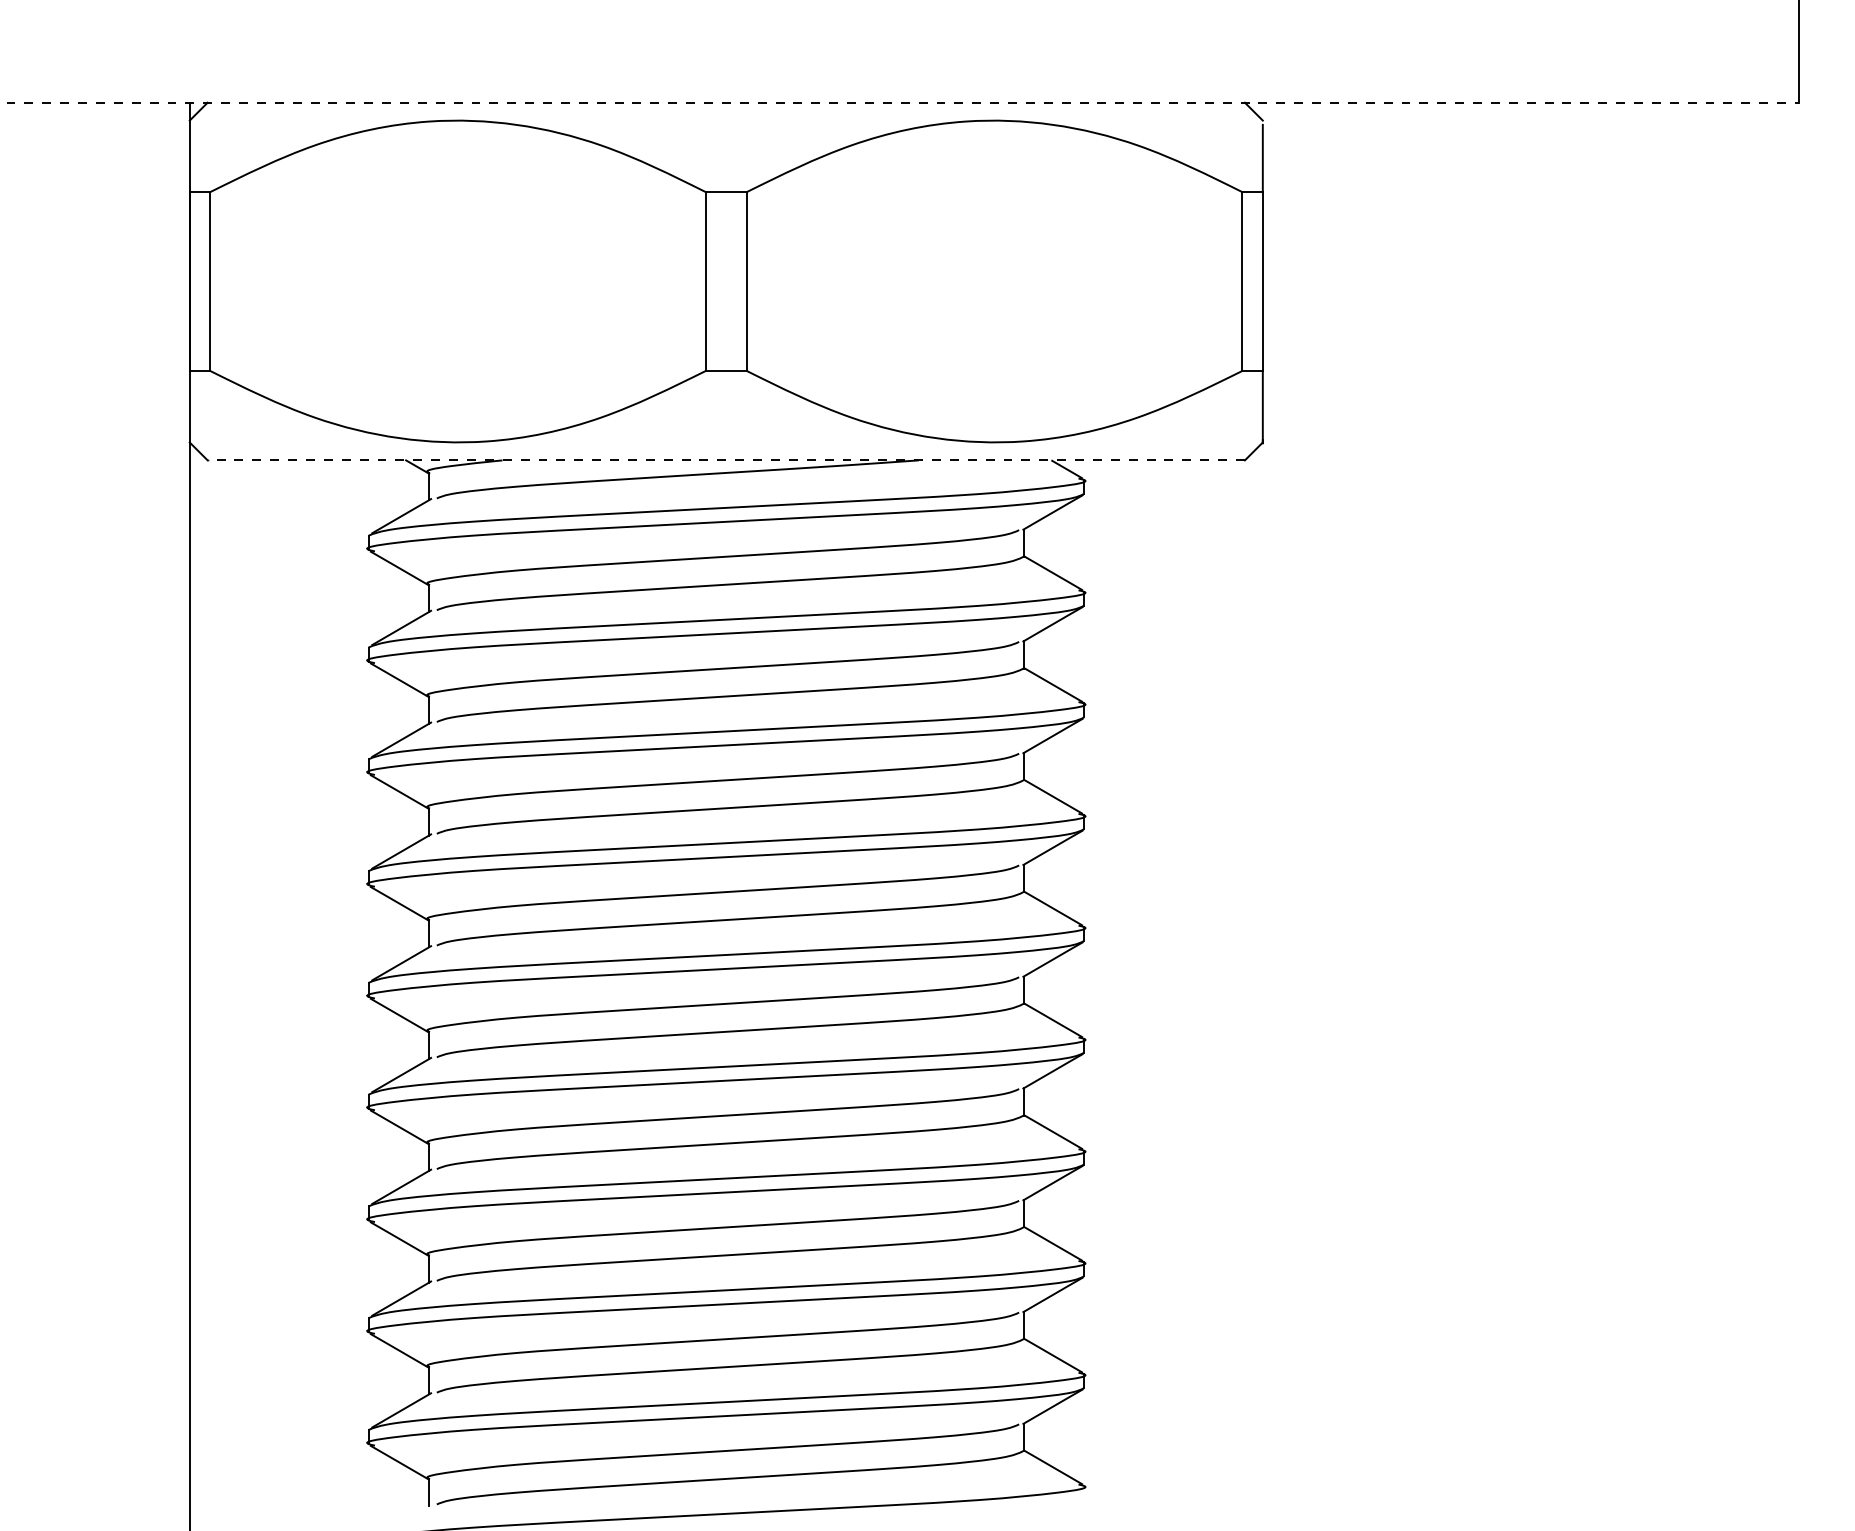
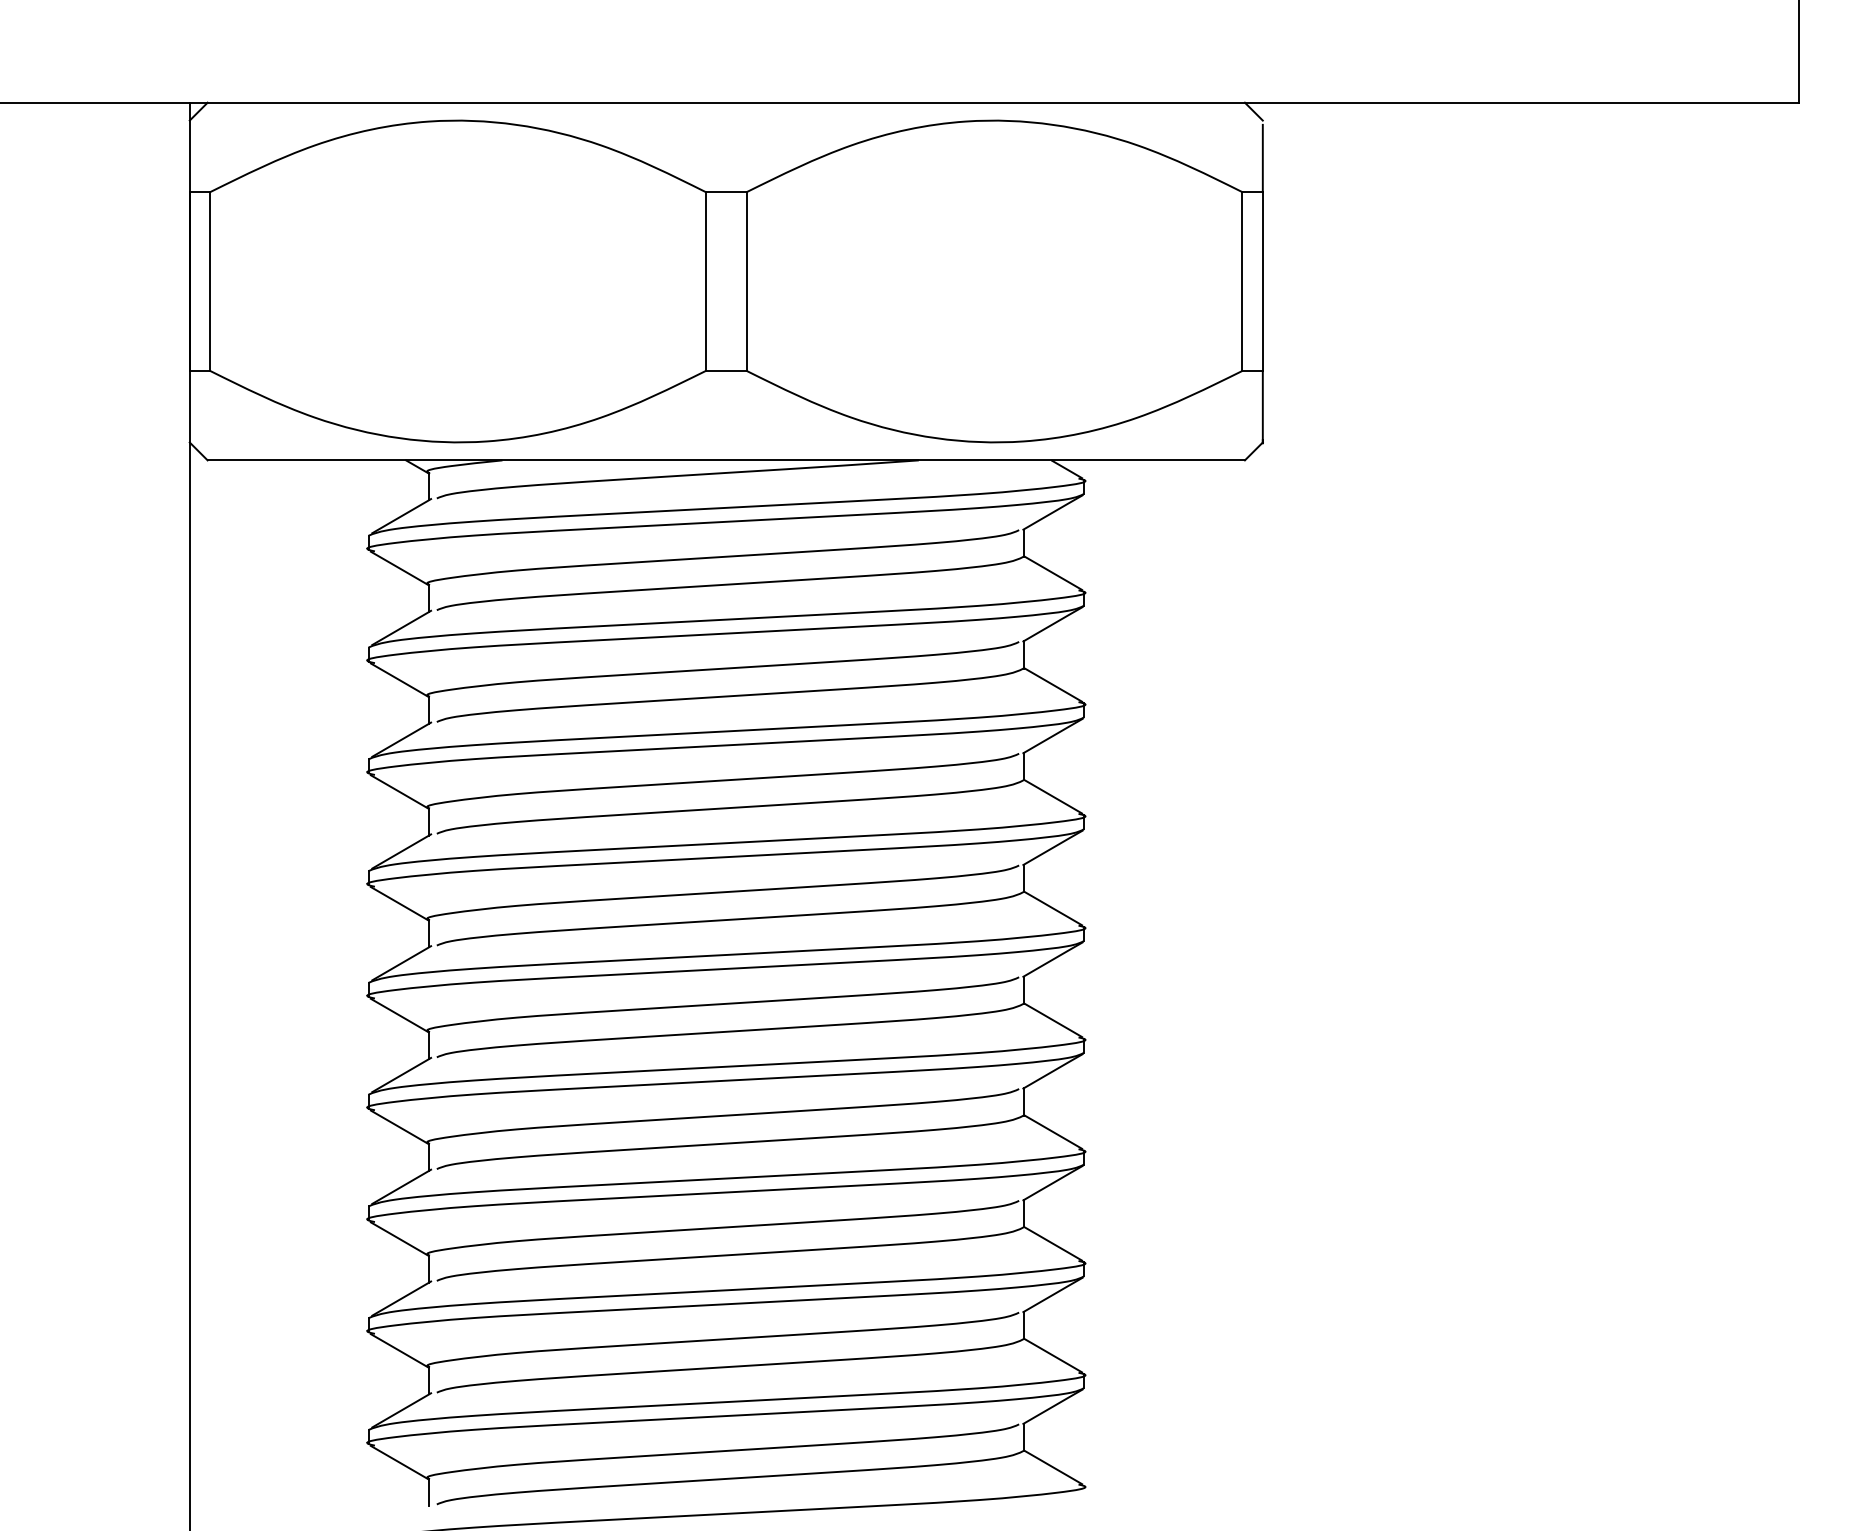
line at (900, 102): dashed -> solid
line at (726, 460): dashed -> solid
